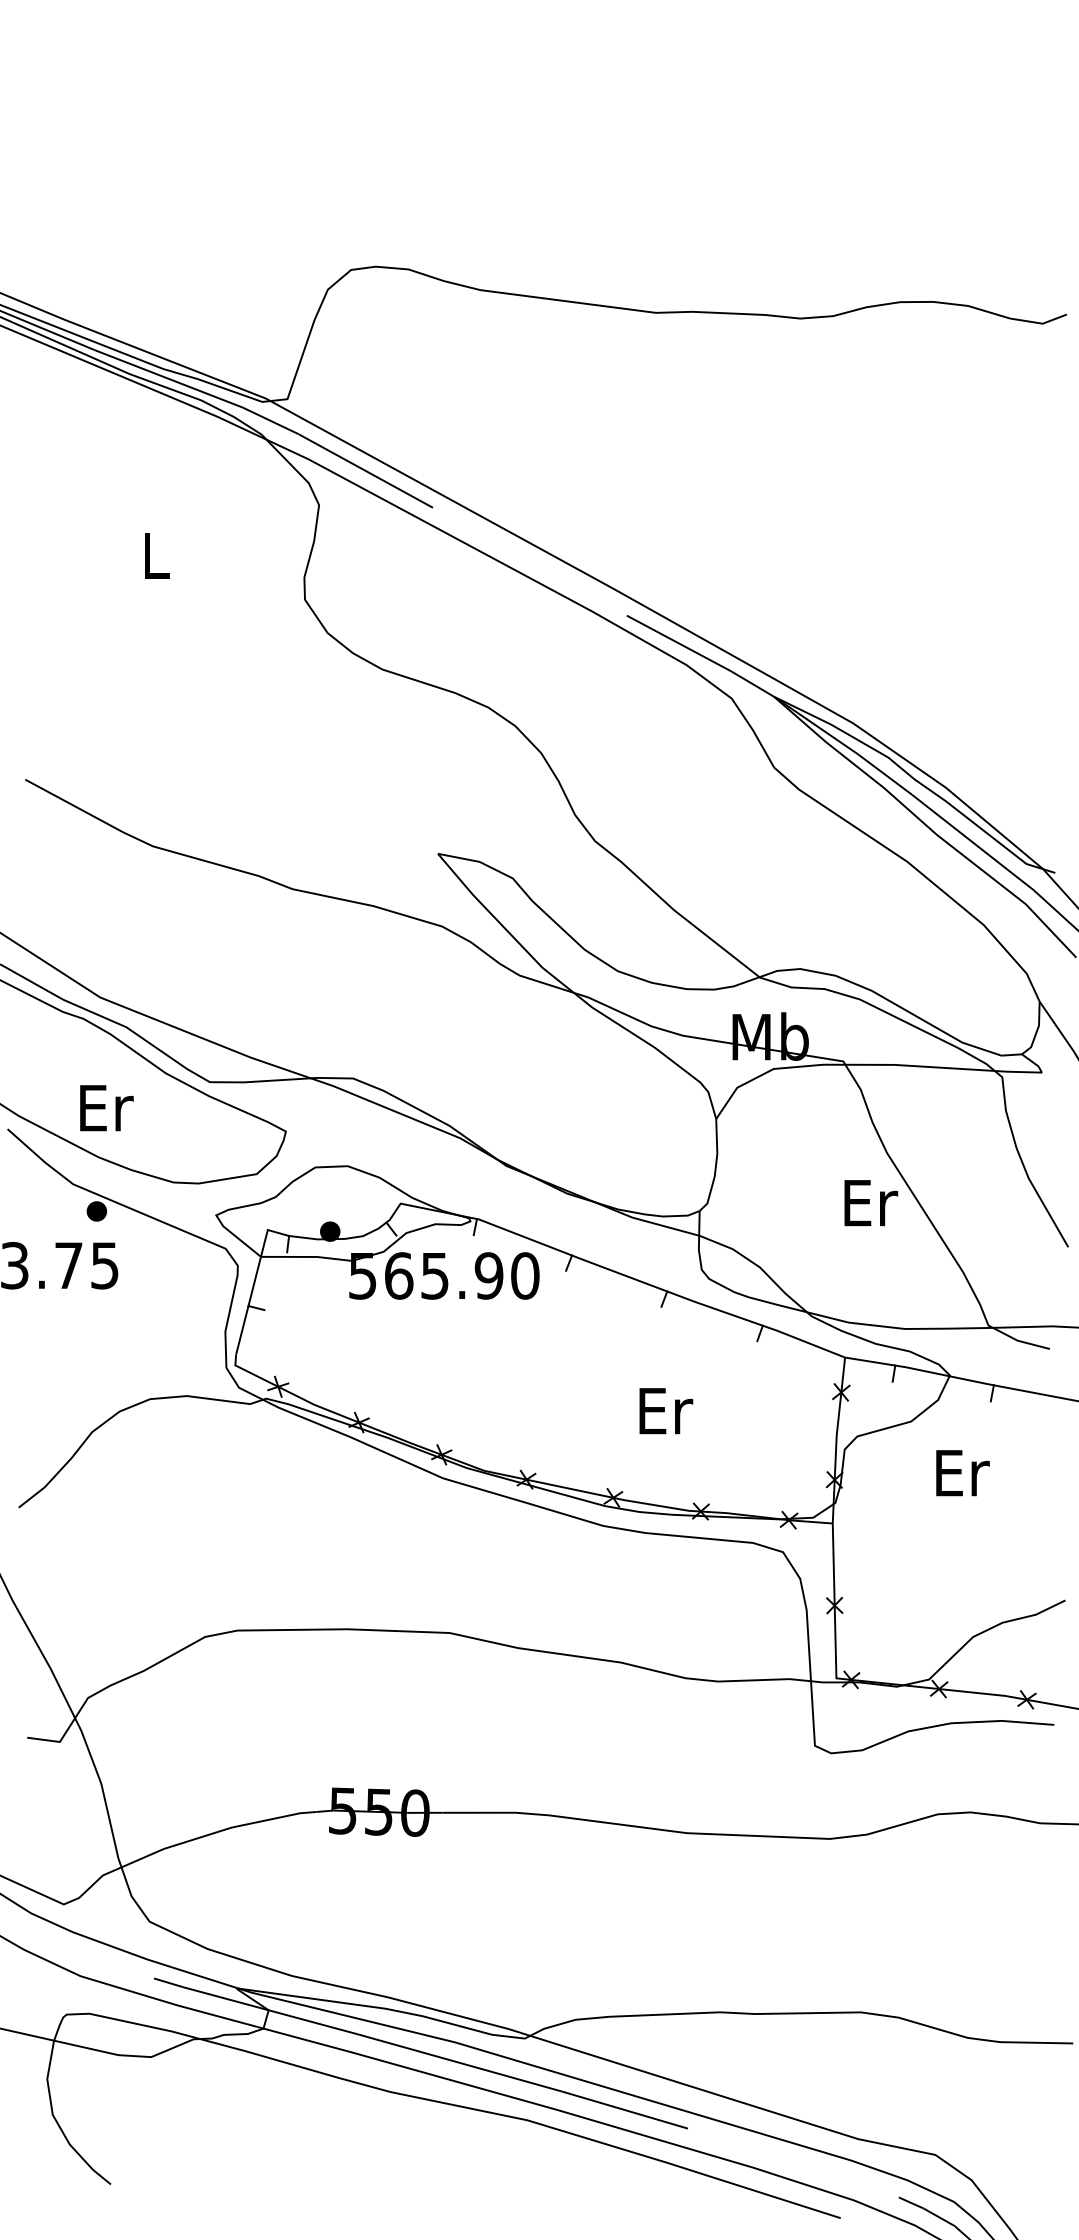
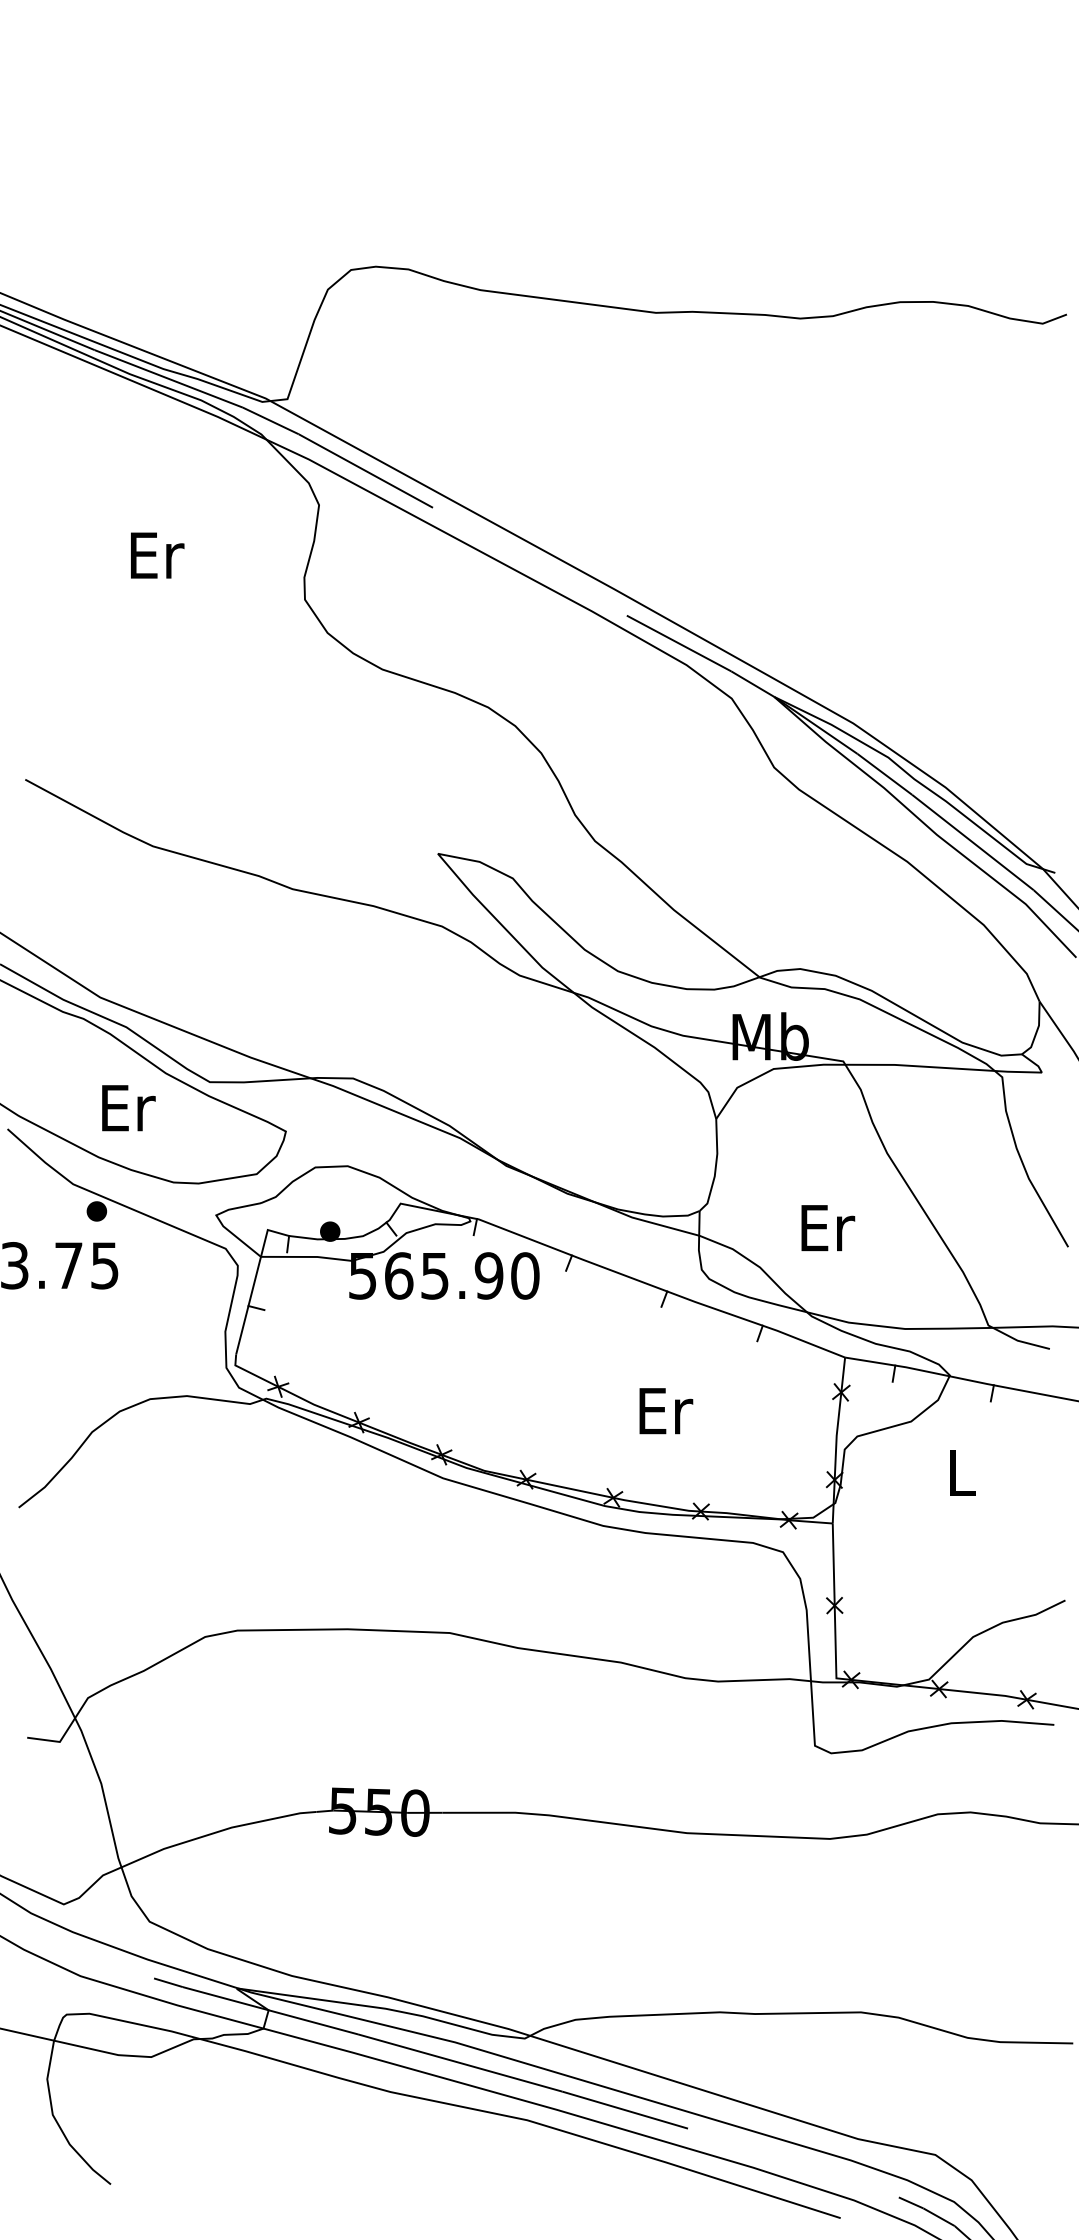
text at (157, 555): L -> Er
text at (106, 1108) position: (106, 1108) -> (128, 1108)
text at (871, 1203) position: (871, 1203) -> (828, 1228)
text at (962, 1473): Er -> L
